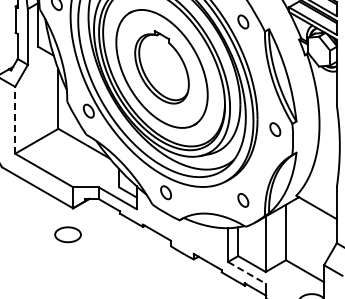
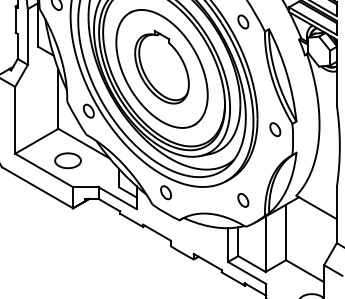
line at (15, 119): dashed -> solid
part at (67, 234) position: (67, 234) -> (67, 160)
line at (247, 272): dashed -> solid
